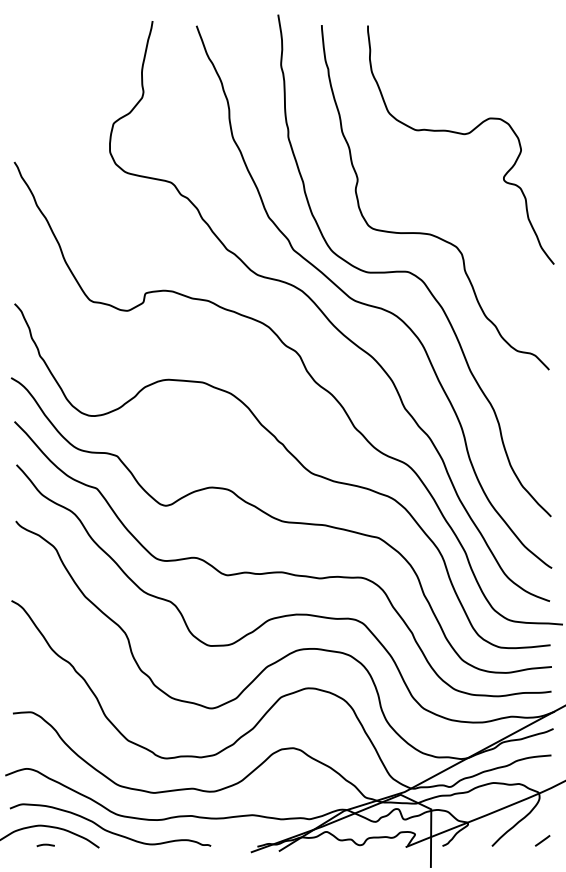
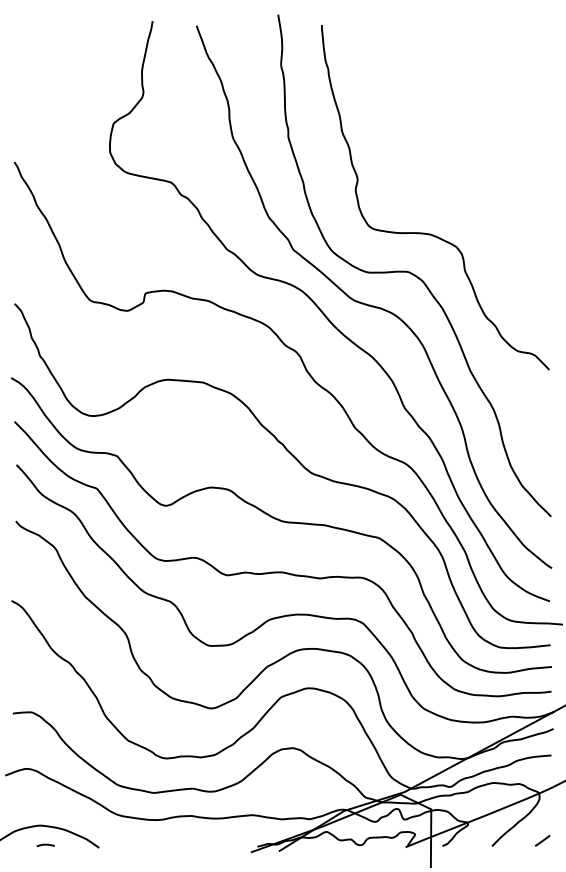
curve at (464, 135): present -> none
curve at (109, 830): present -> none
